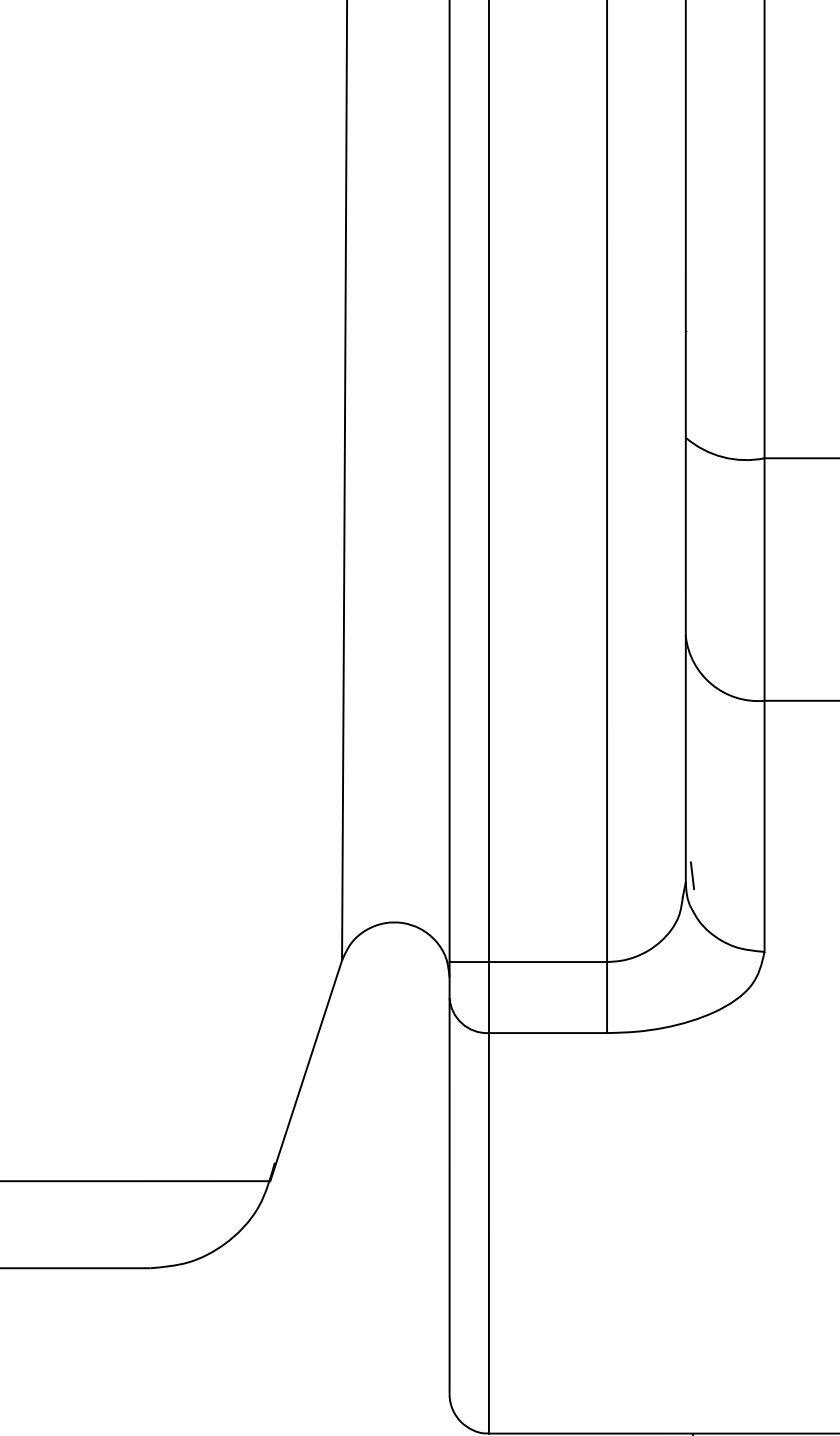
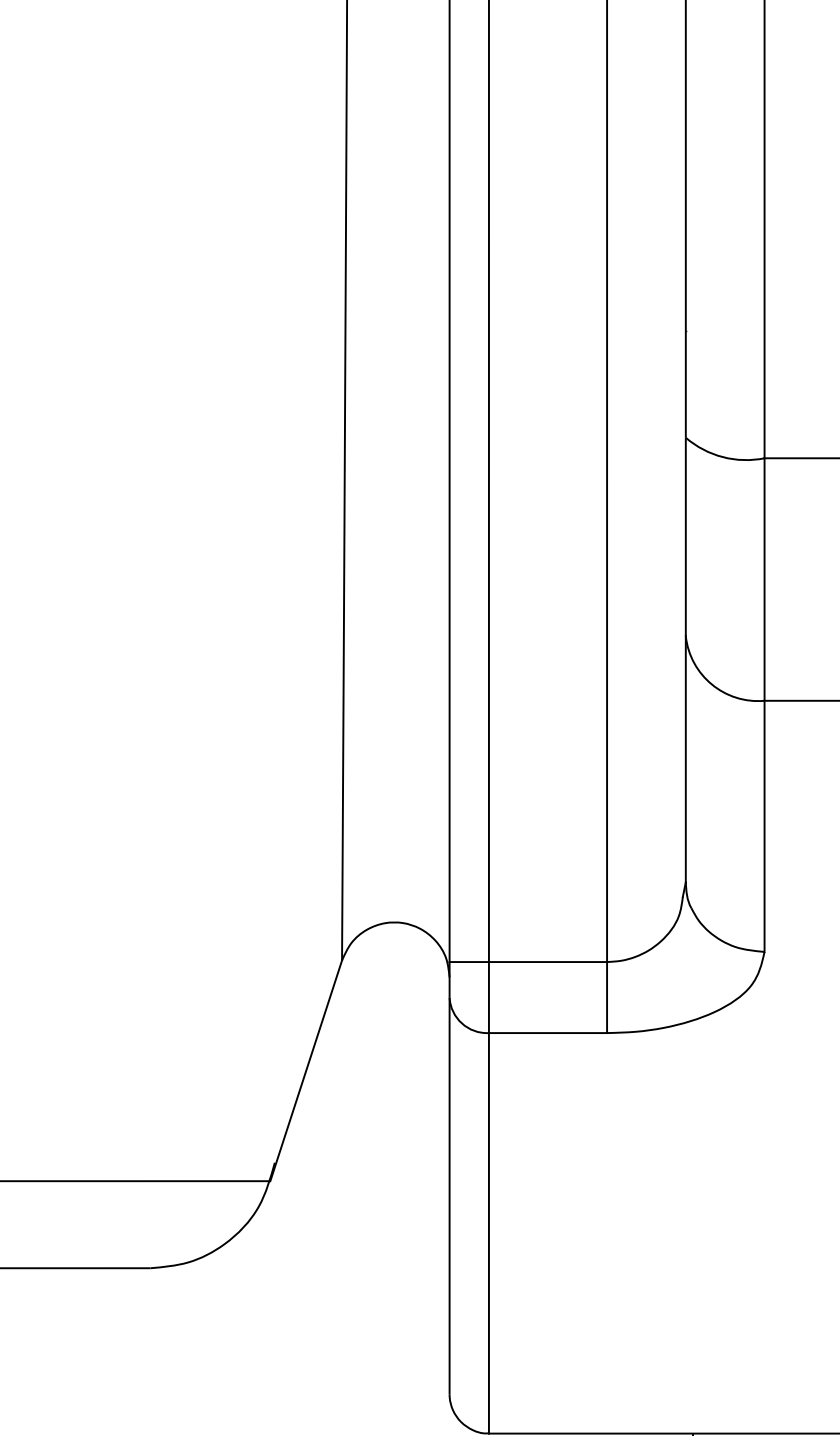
line at (692, 875): present -> none
